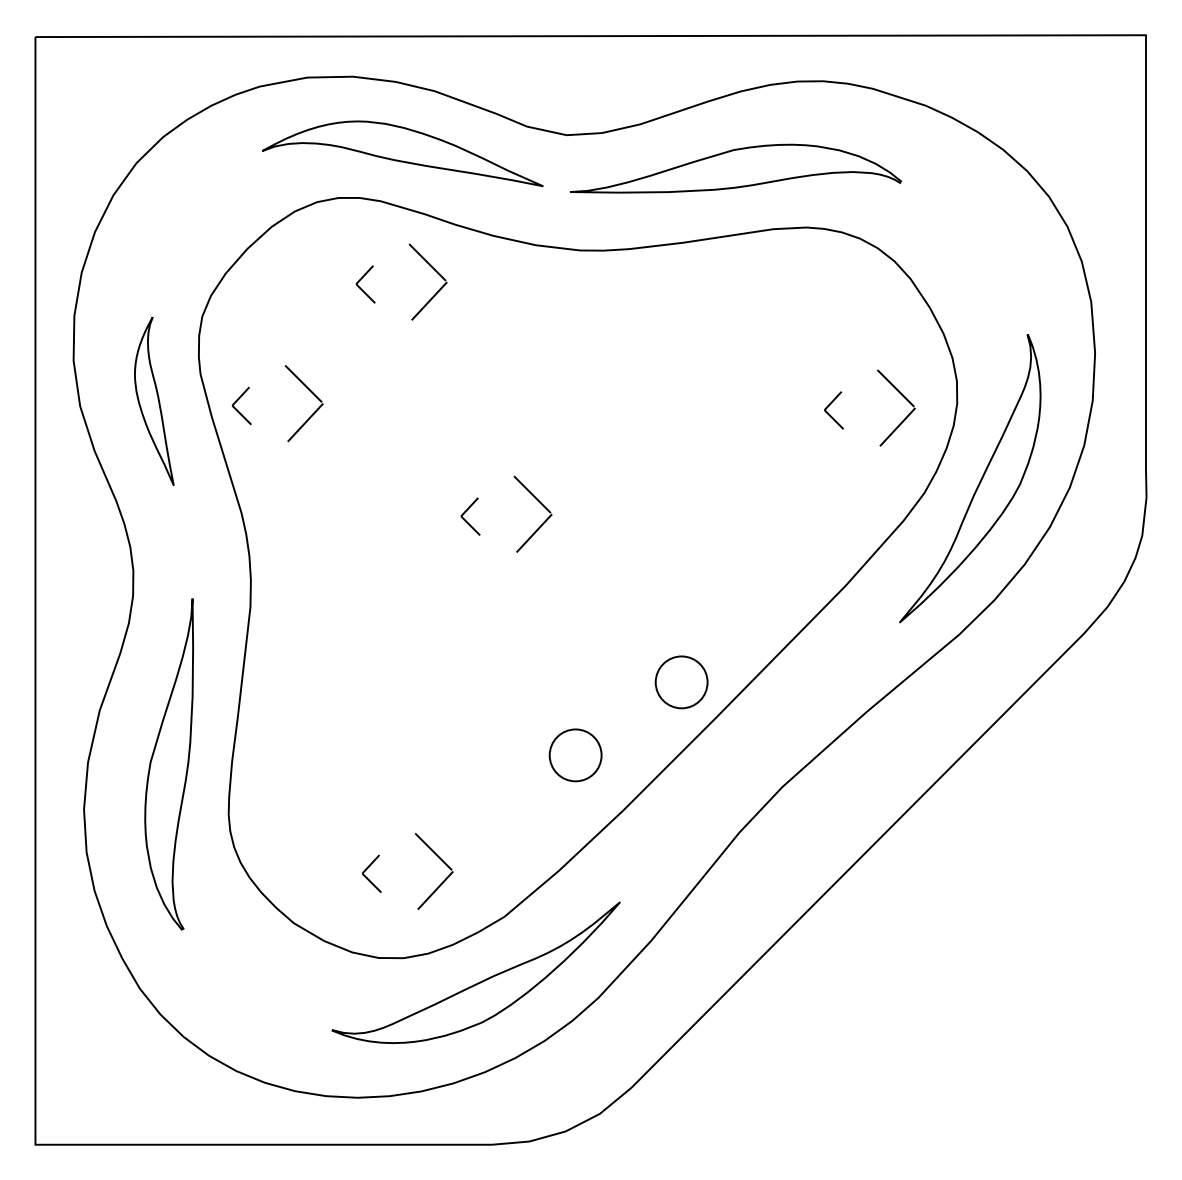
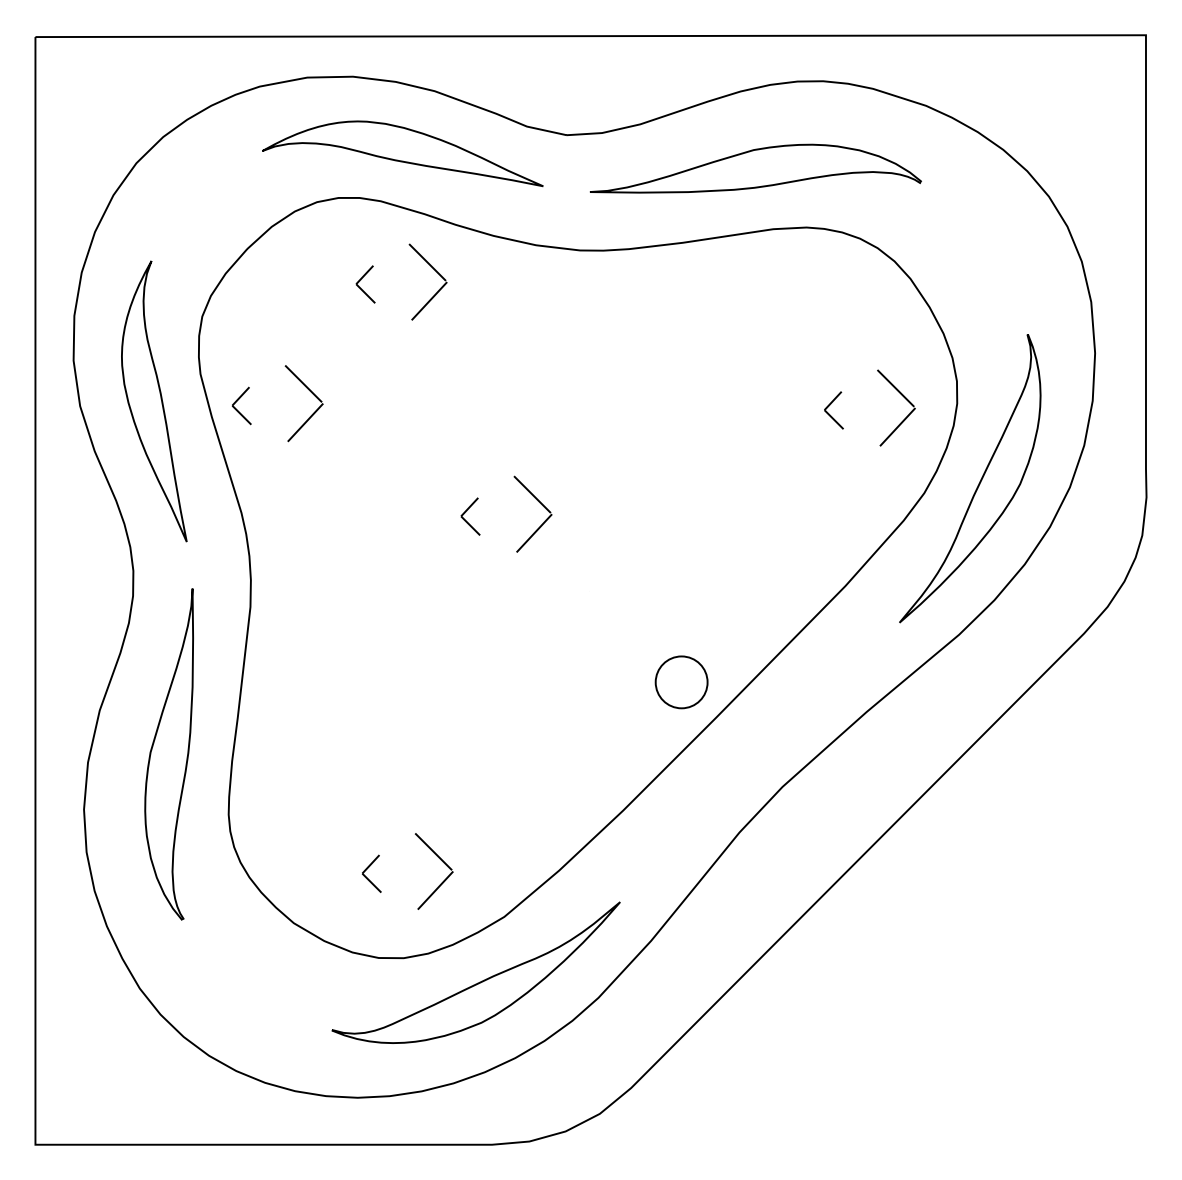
curve at (729, 152) position: (729, 152) -> (749, 152)
part at (154, 401) size: 41x169 px -> 67x283 px
circle at (575, 755): present -> none
curve at (152, 760) position: (152, 760) -> (152, 750)
